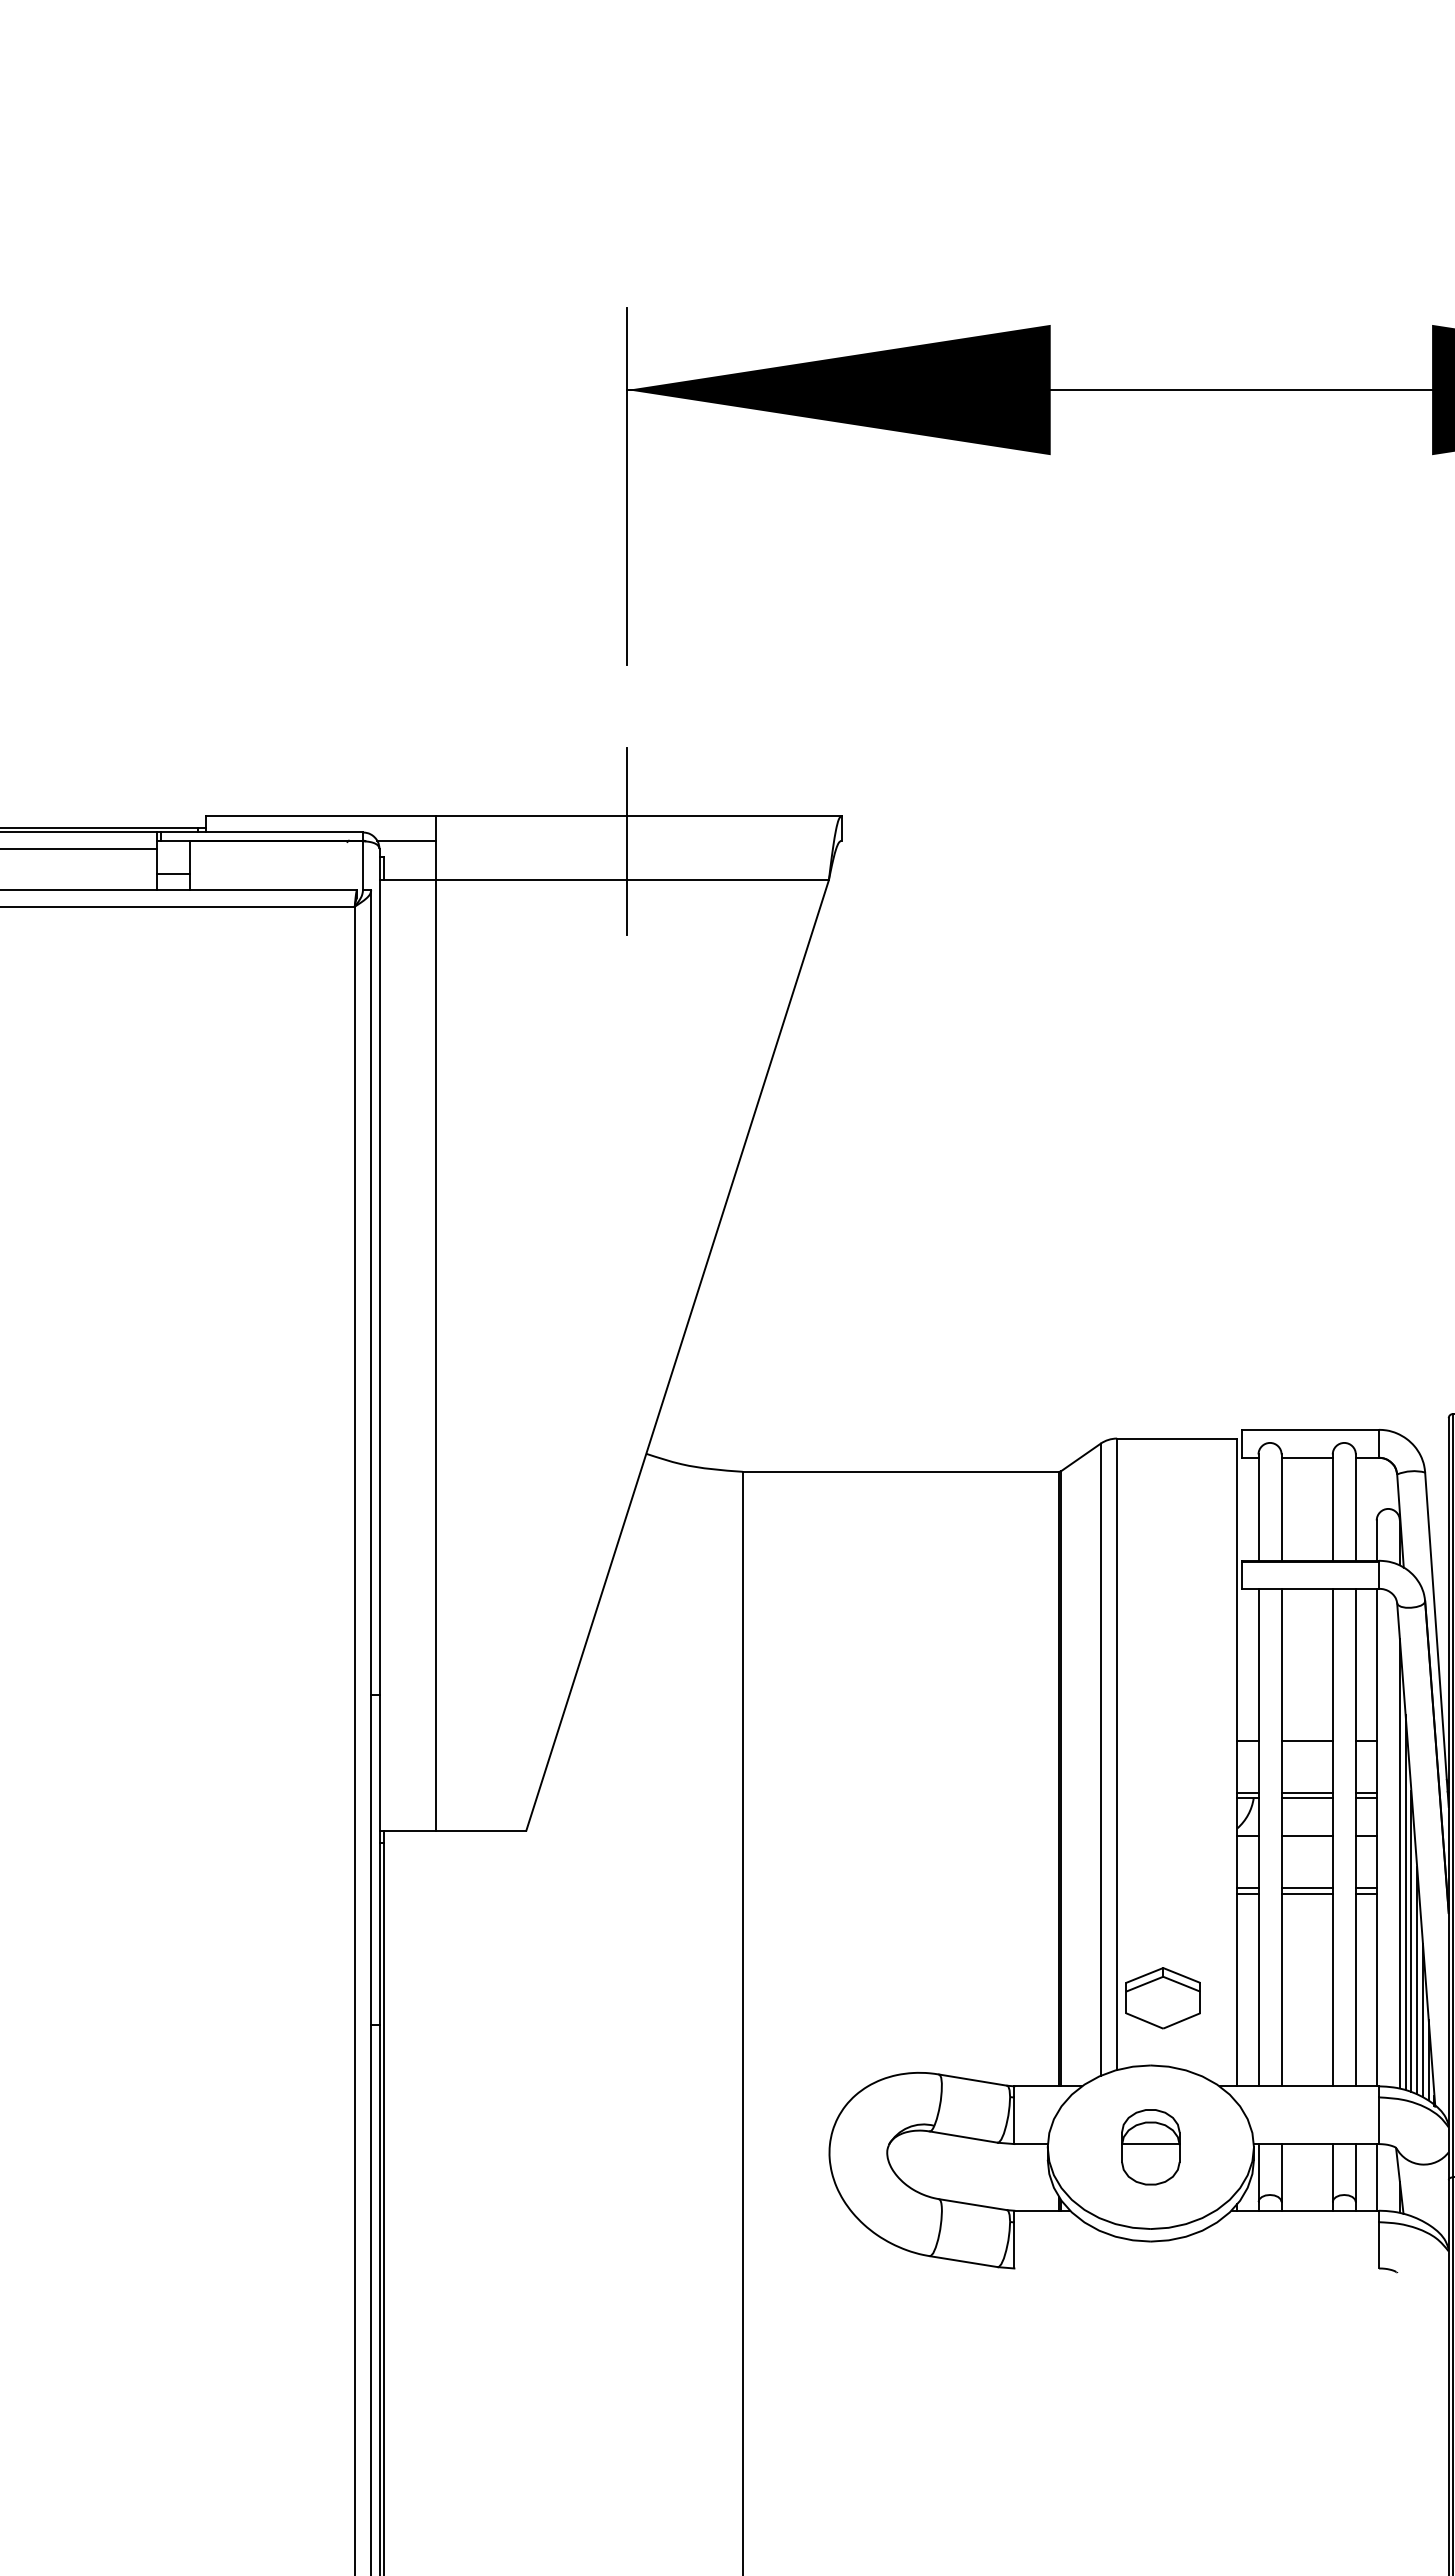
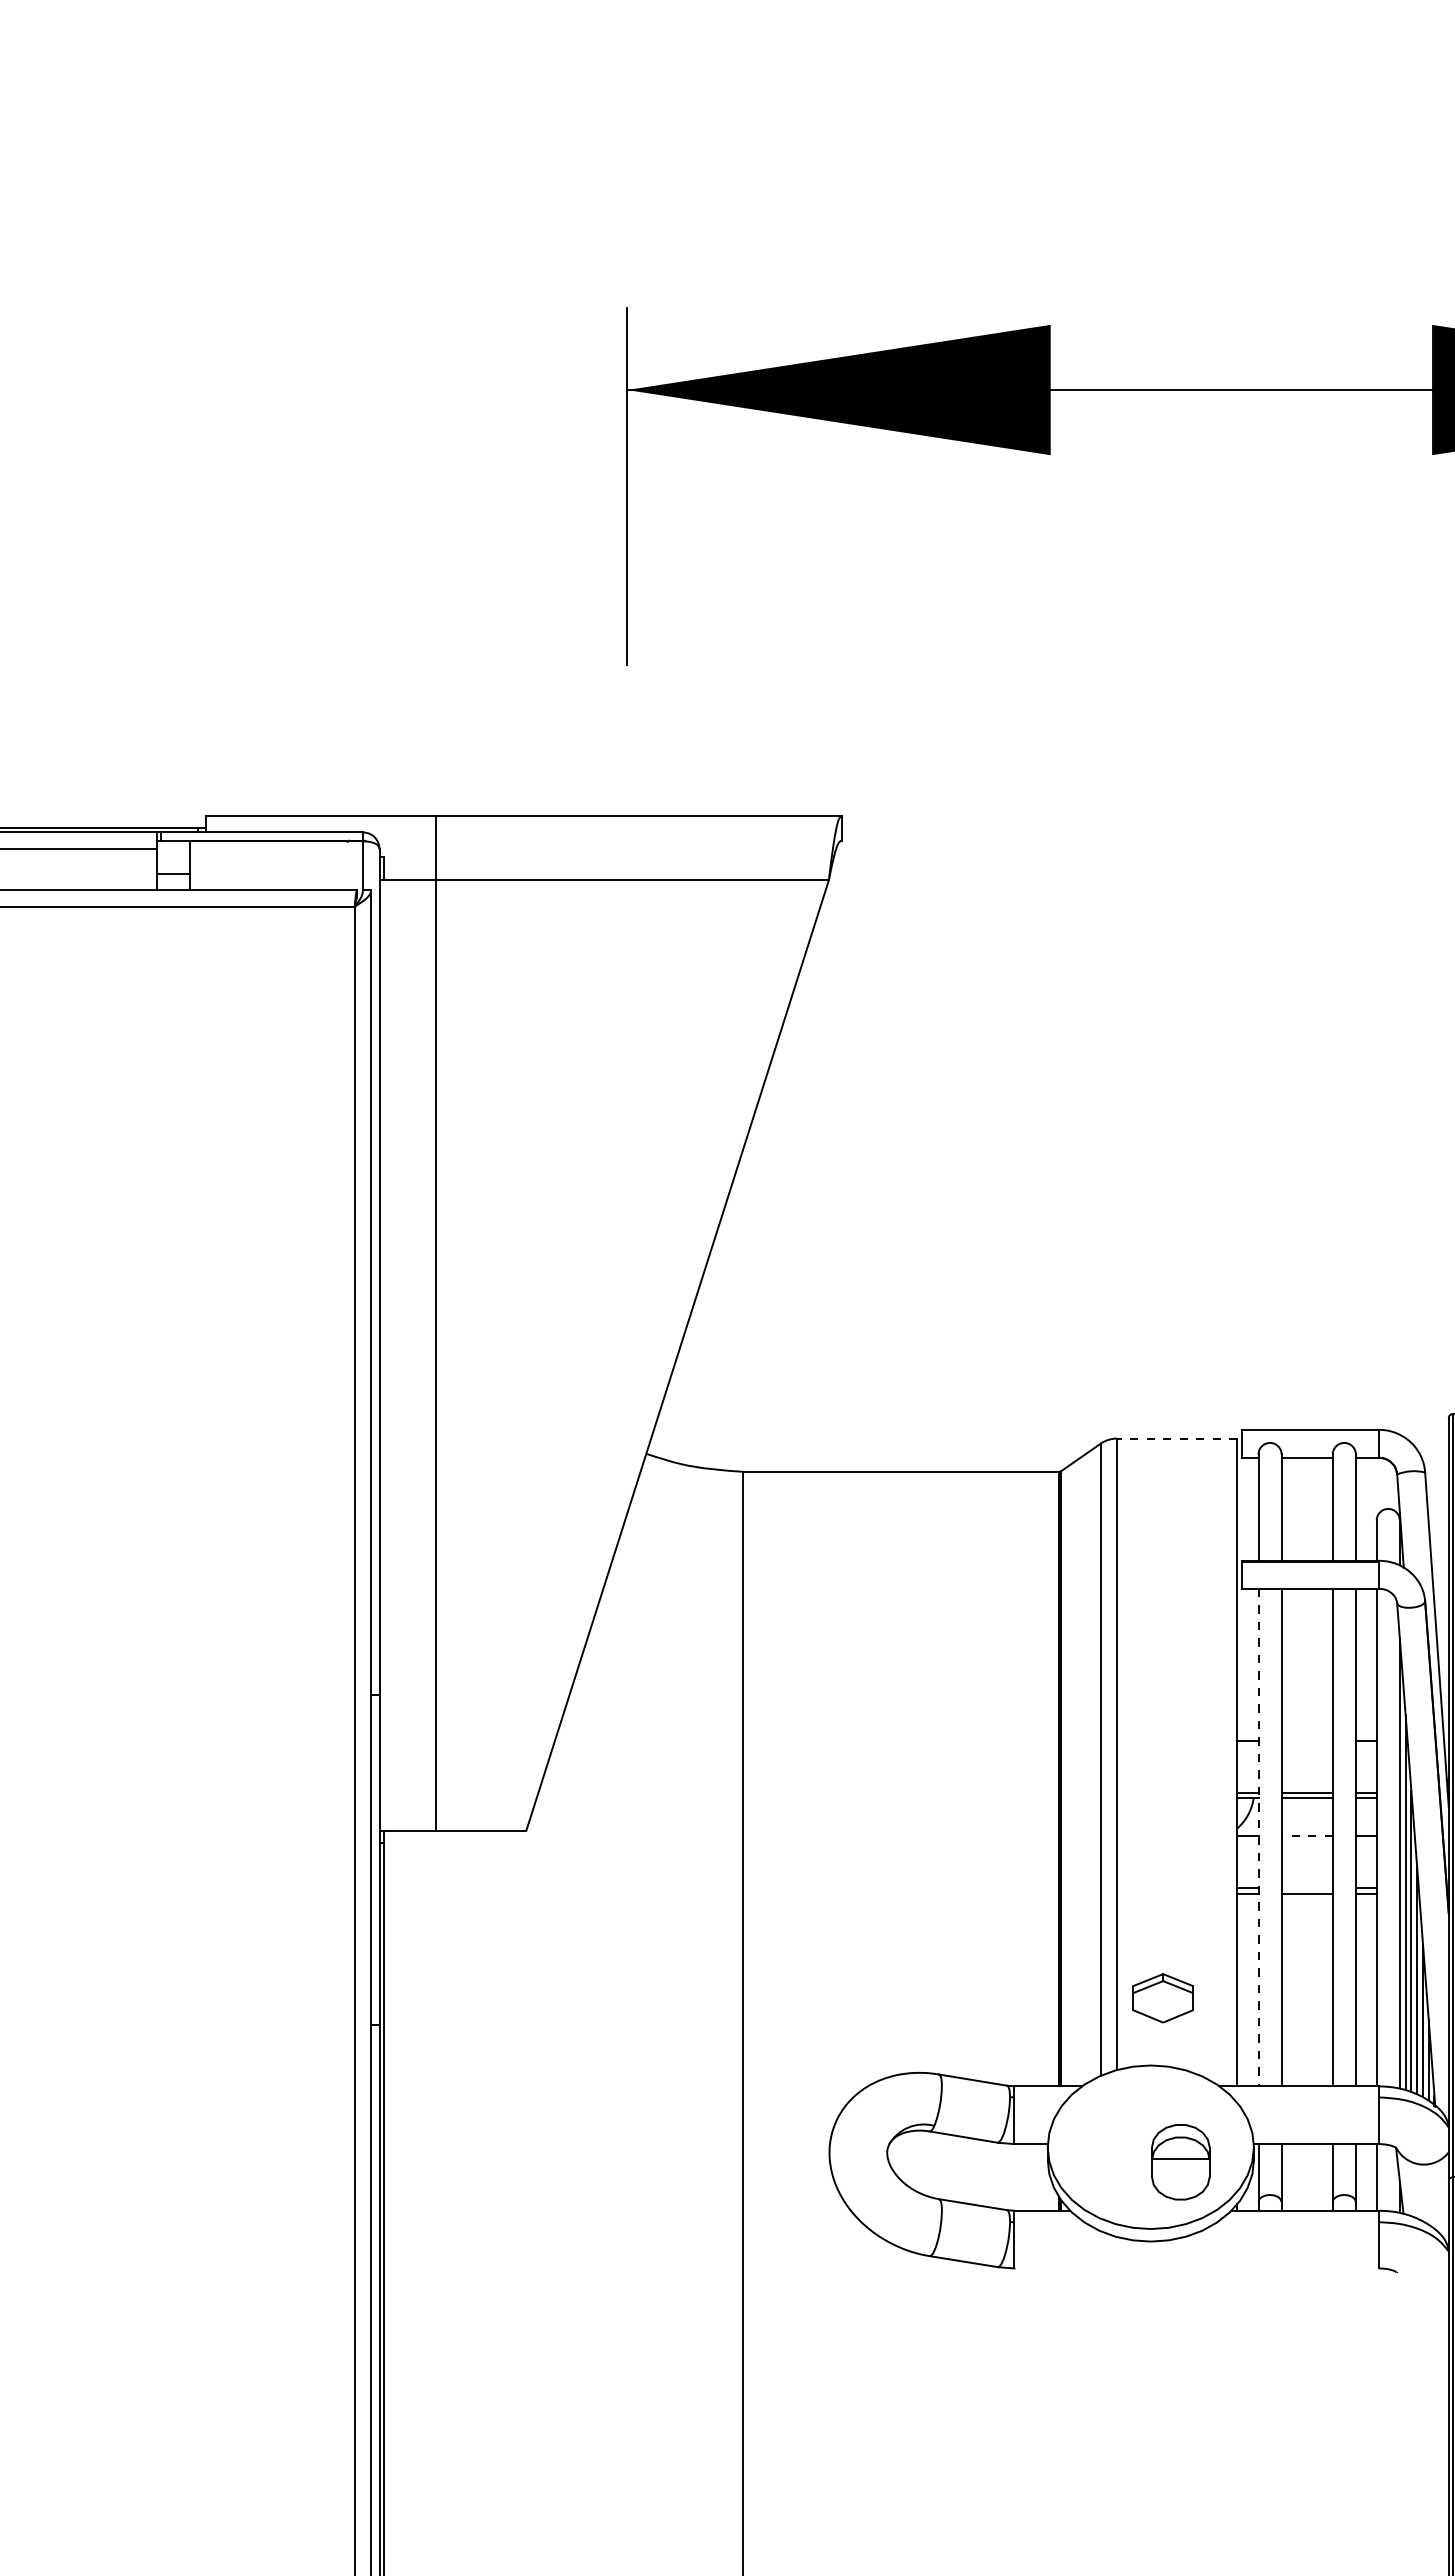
line at (406, 840): present -> none
line at (627, 840): present -> none
line at (1176, 1438): solid -> dashed
line at (1306, 1740): present -> none
line at (1307, 1836): solid -> dashed
line at (1258, 1837): solid -> dashed
line at (1306, 1887): present -> none
part at (1162, 1998) size: 76x63 px -> 62x51 px
part at (1150, 2147) position: (1150, 2147) -> (1180, 2162)
